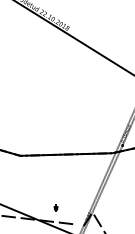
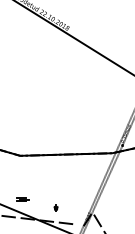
part at (22, 199): none -> present
